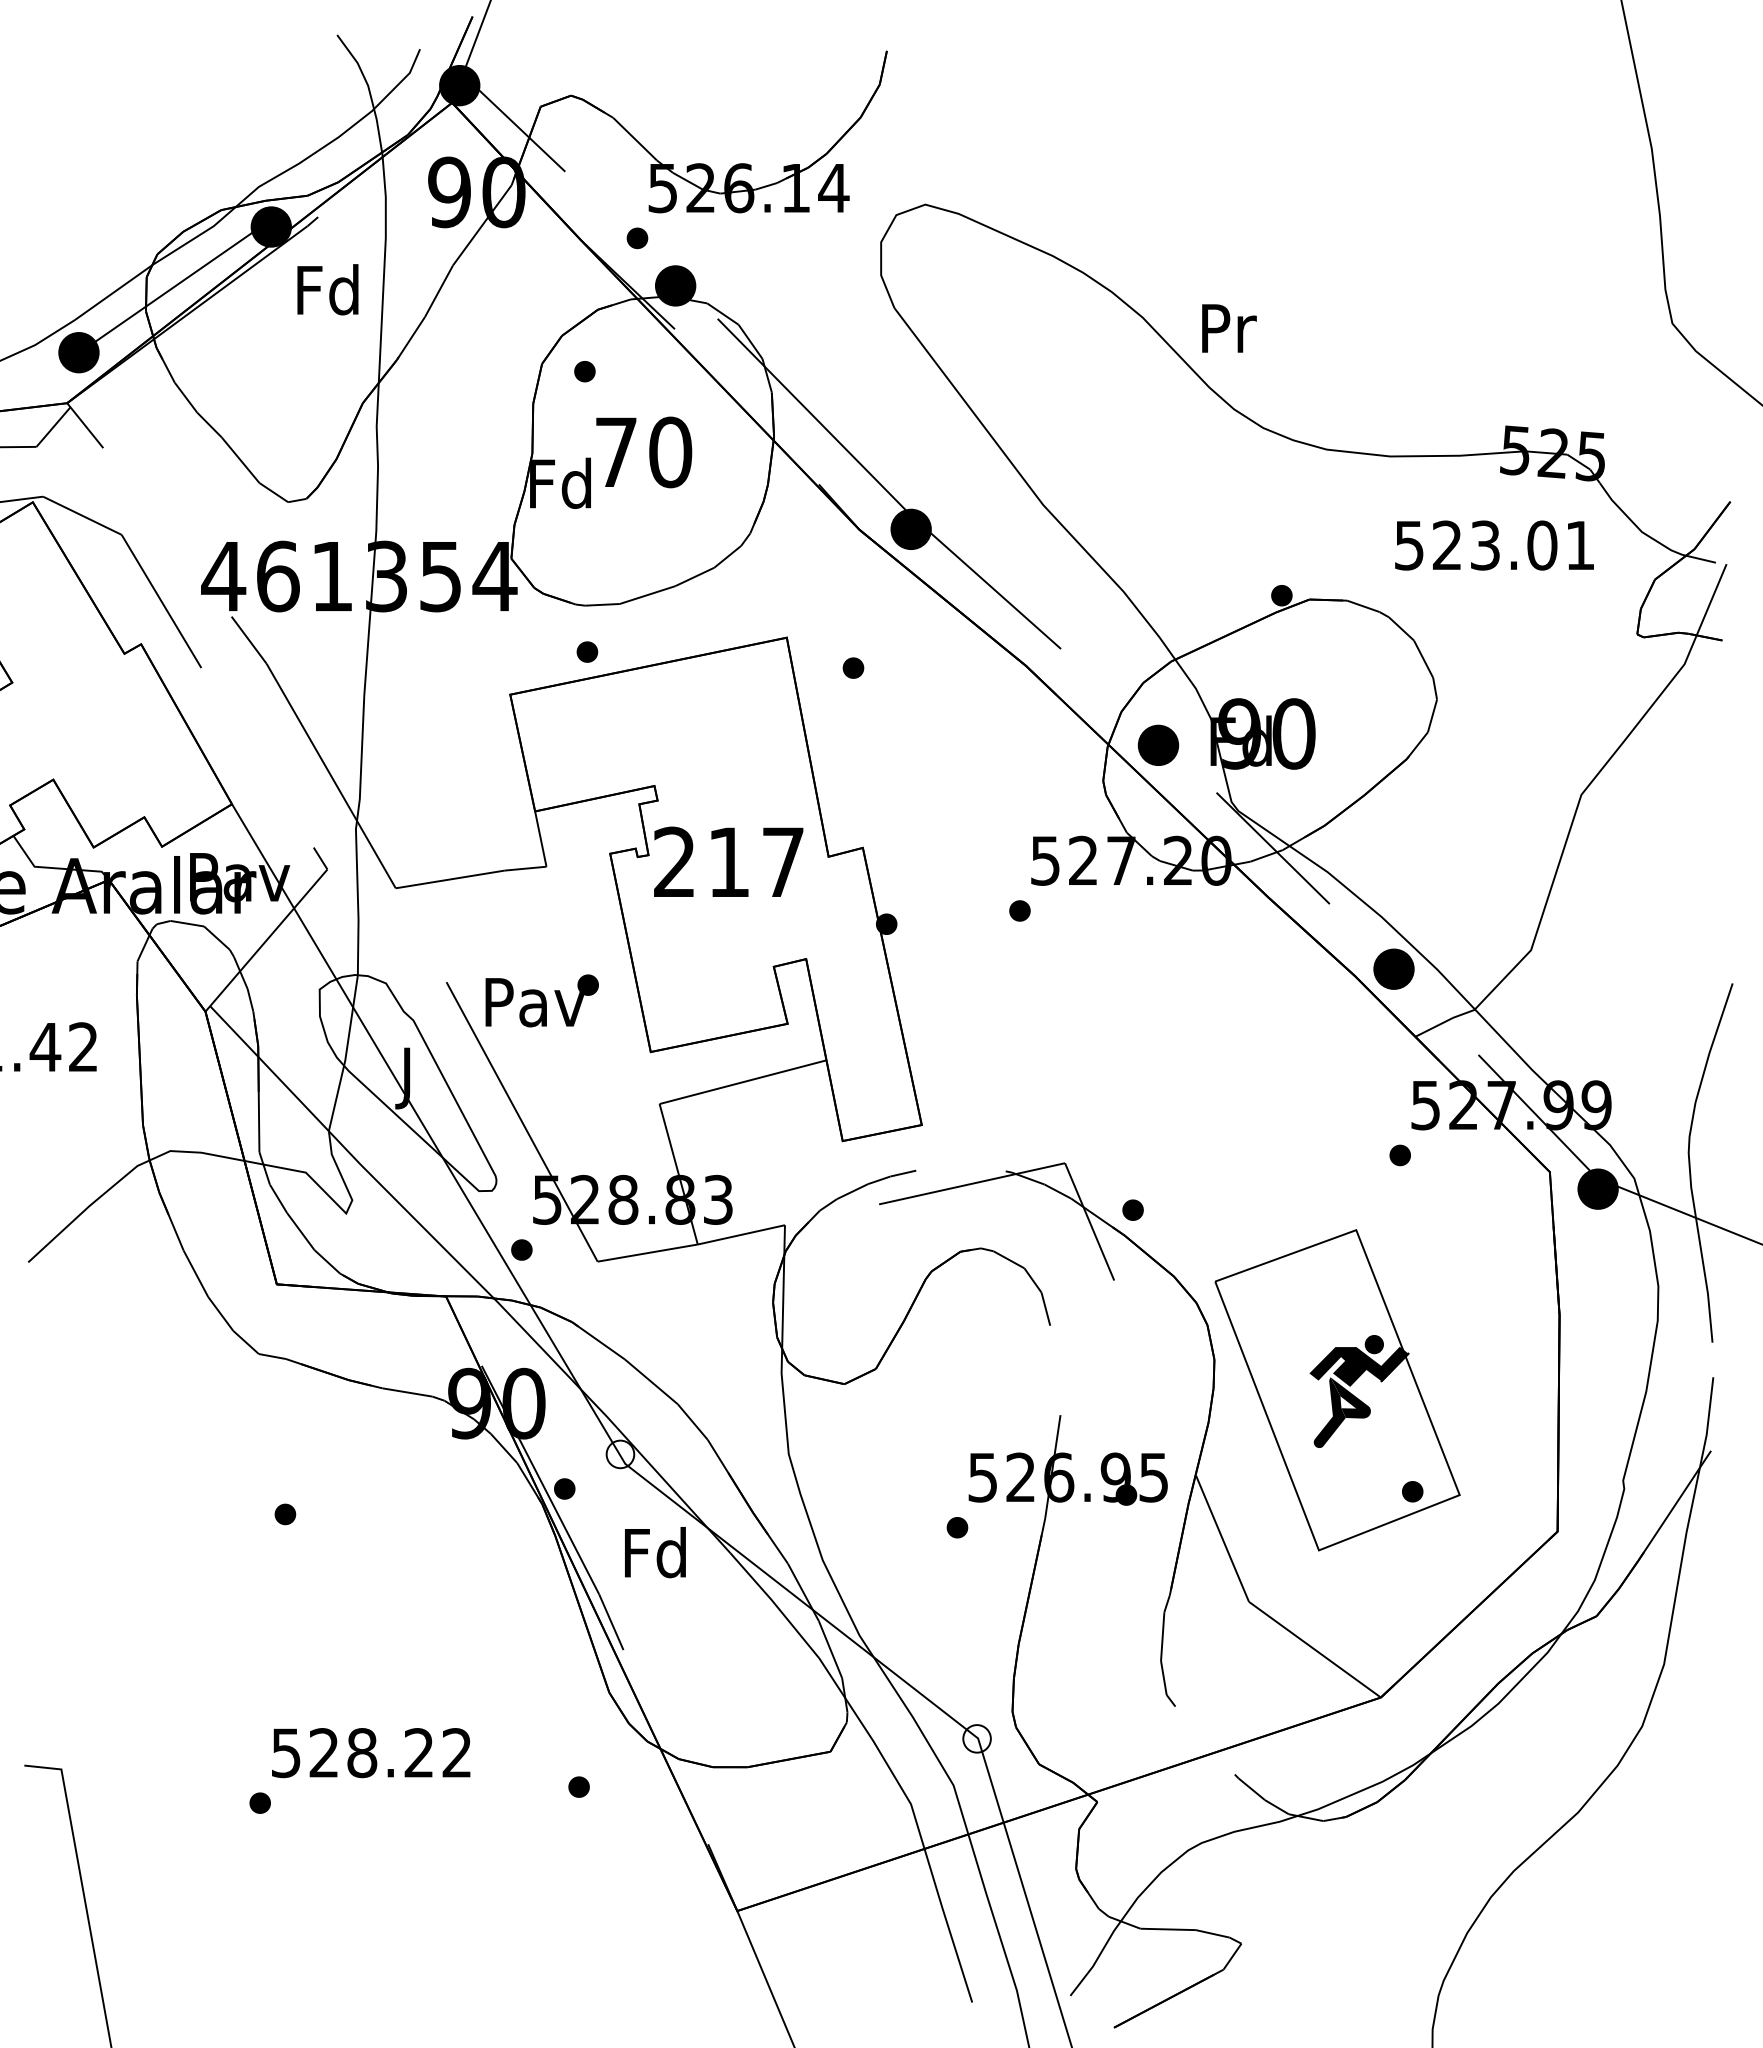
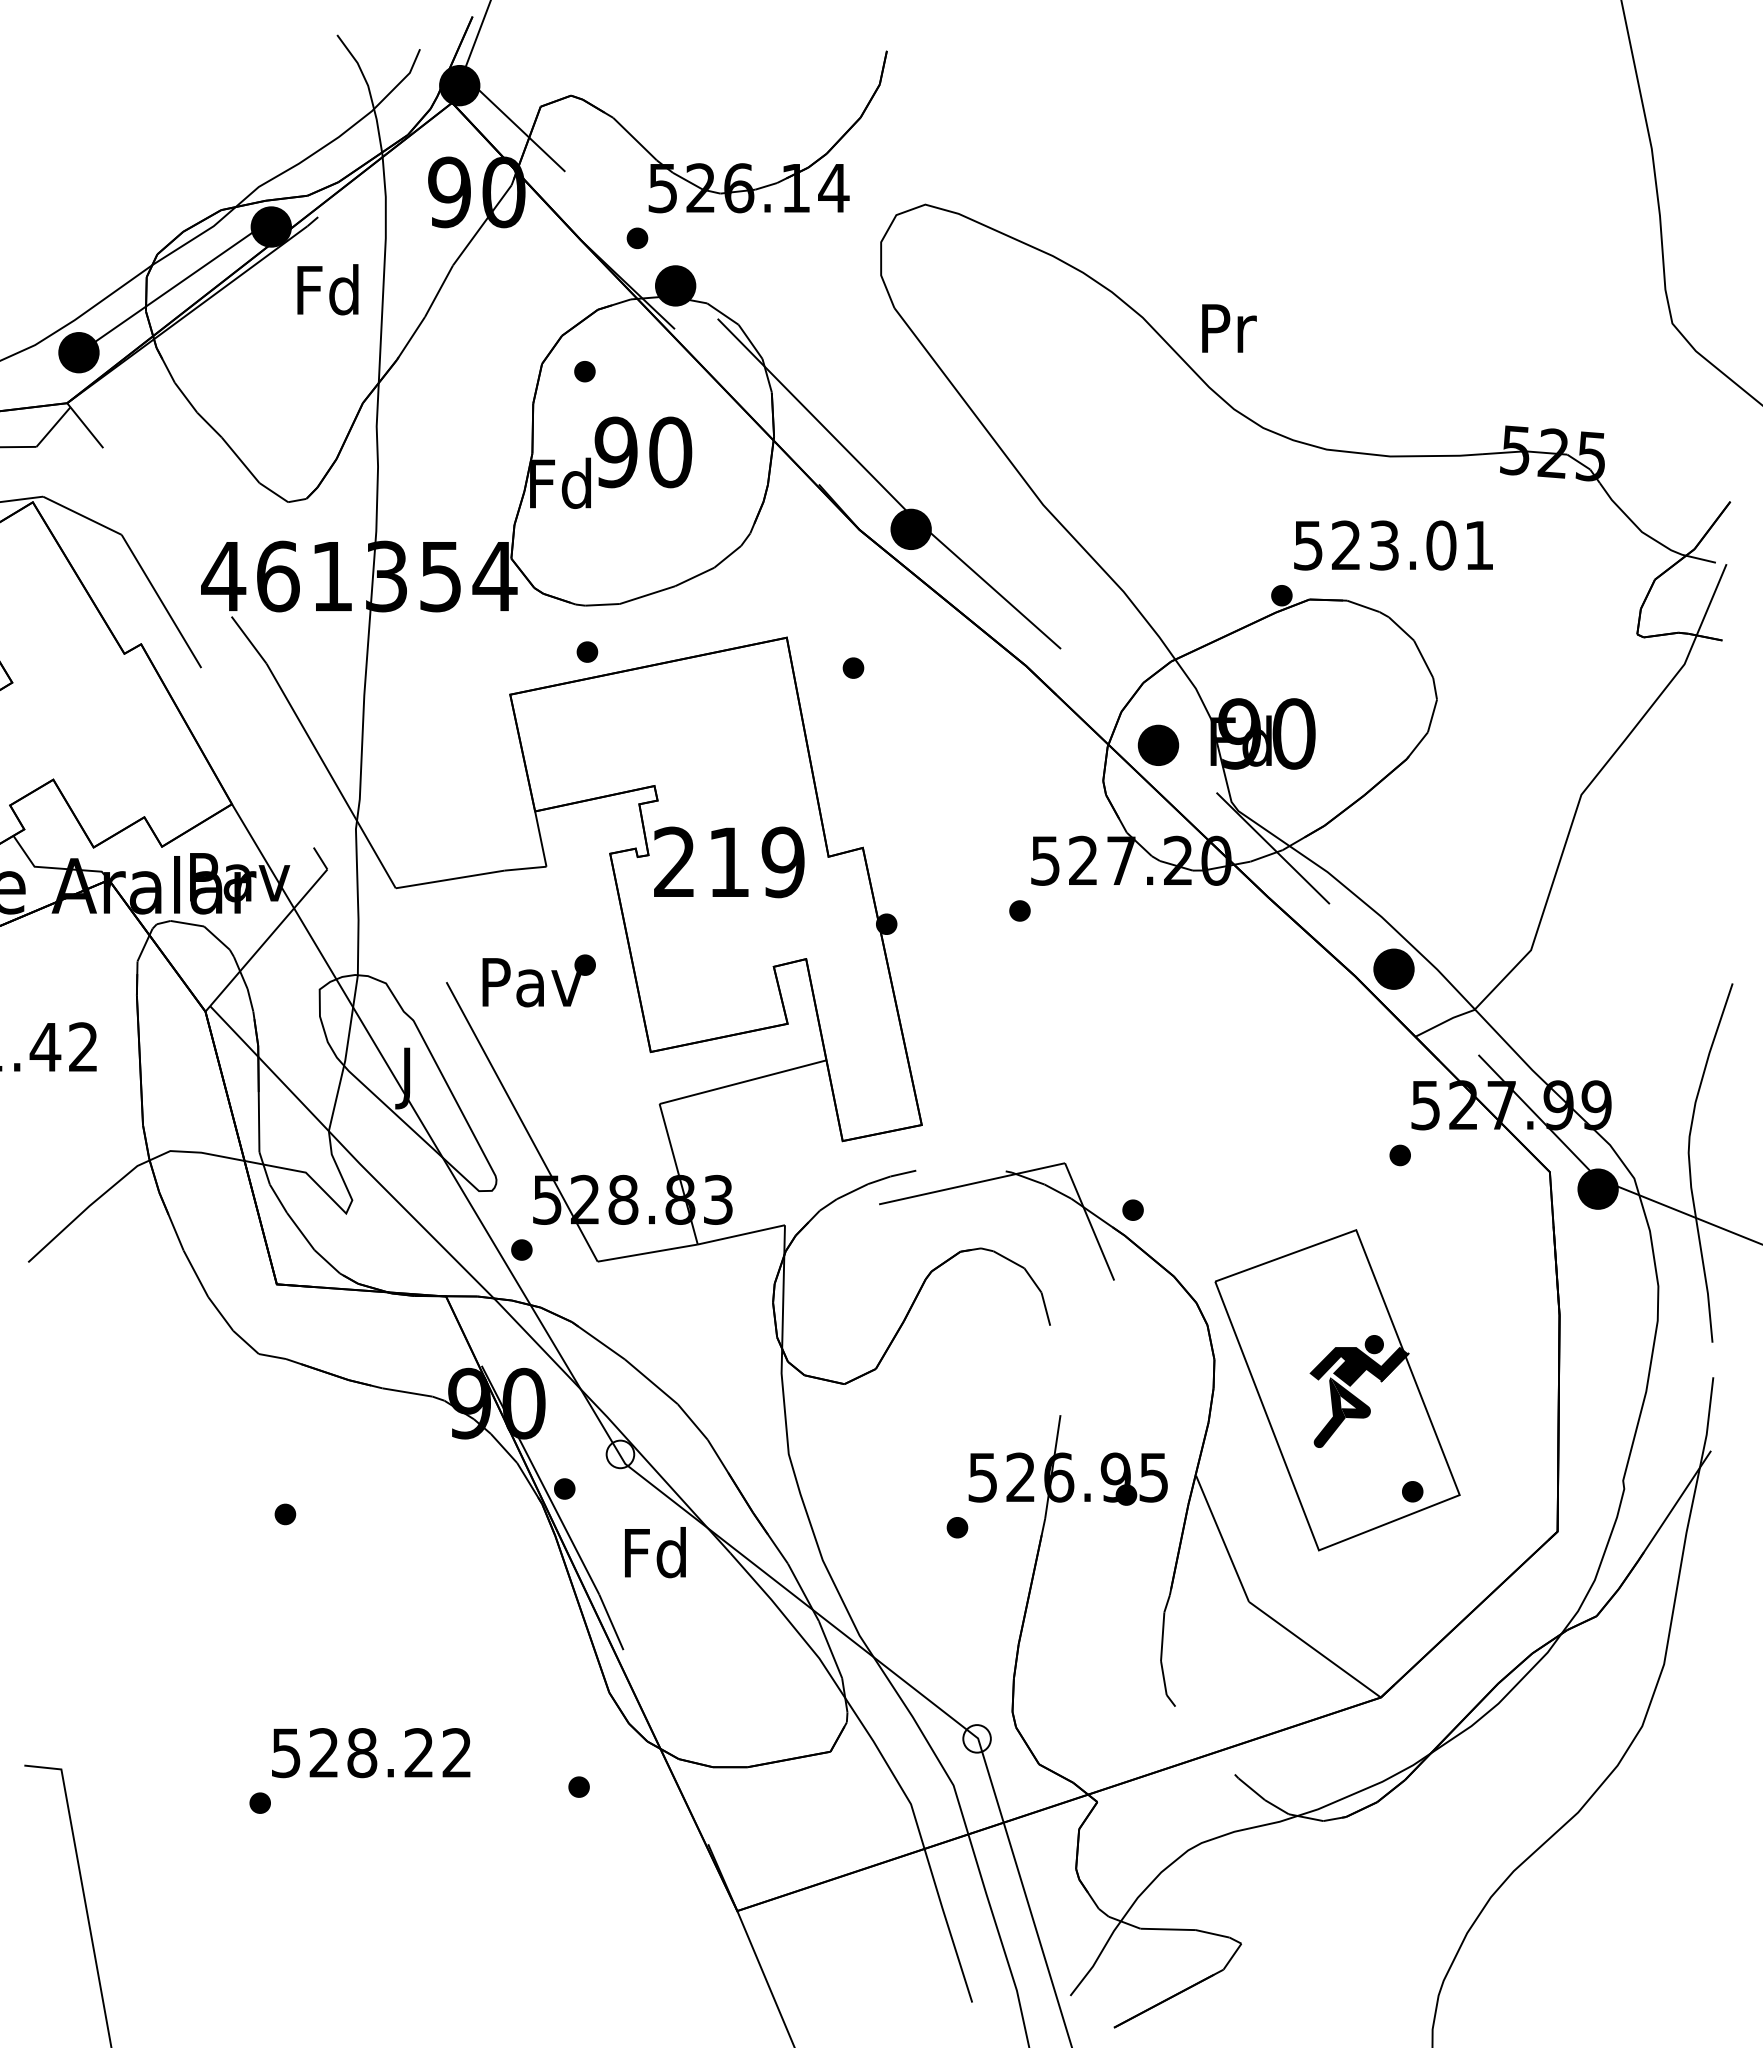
text at (615, 452): 70 -> 90
text at (1494, 545) position: (1494, 545) -> (1393, 545)
text at (782, 862): 217 -> 219
text at (541, 1000) position: (541, 1000) -> (538, 980)
